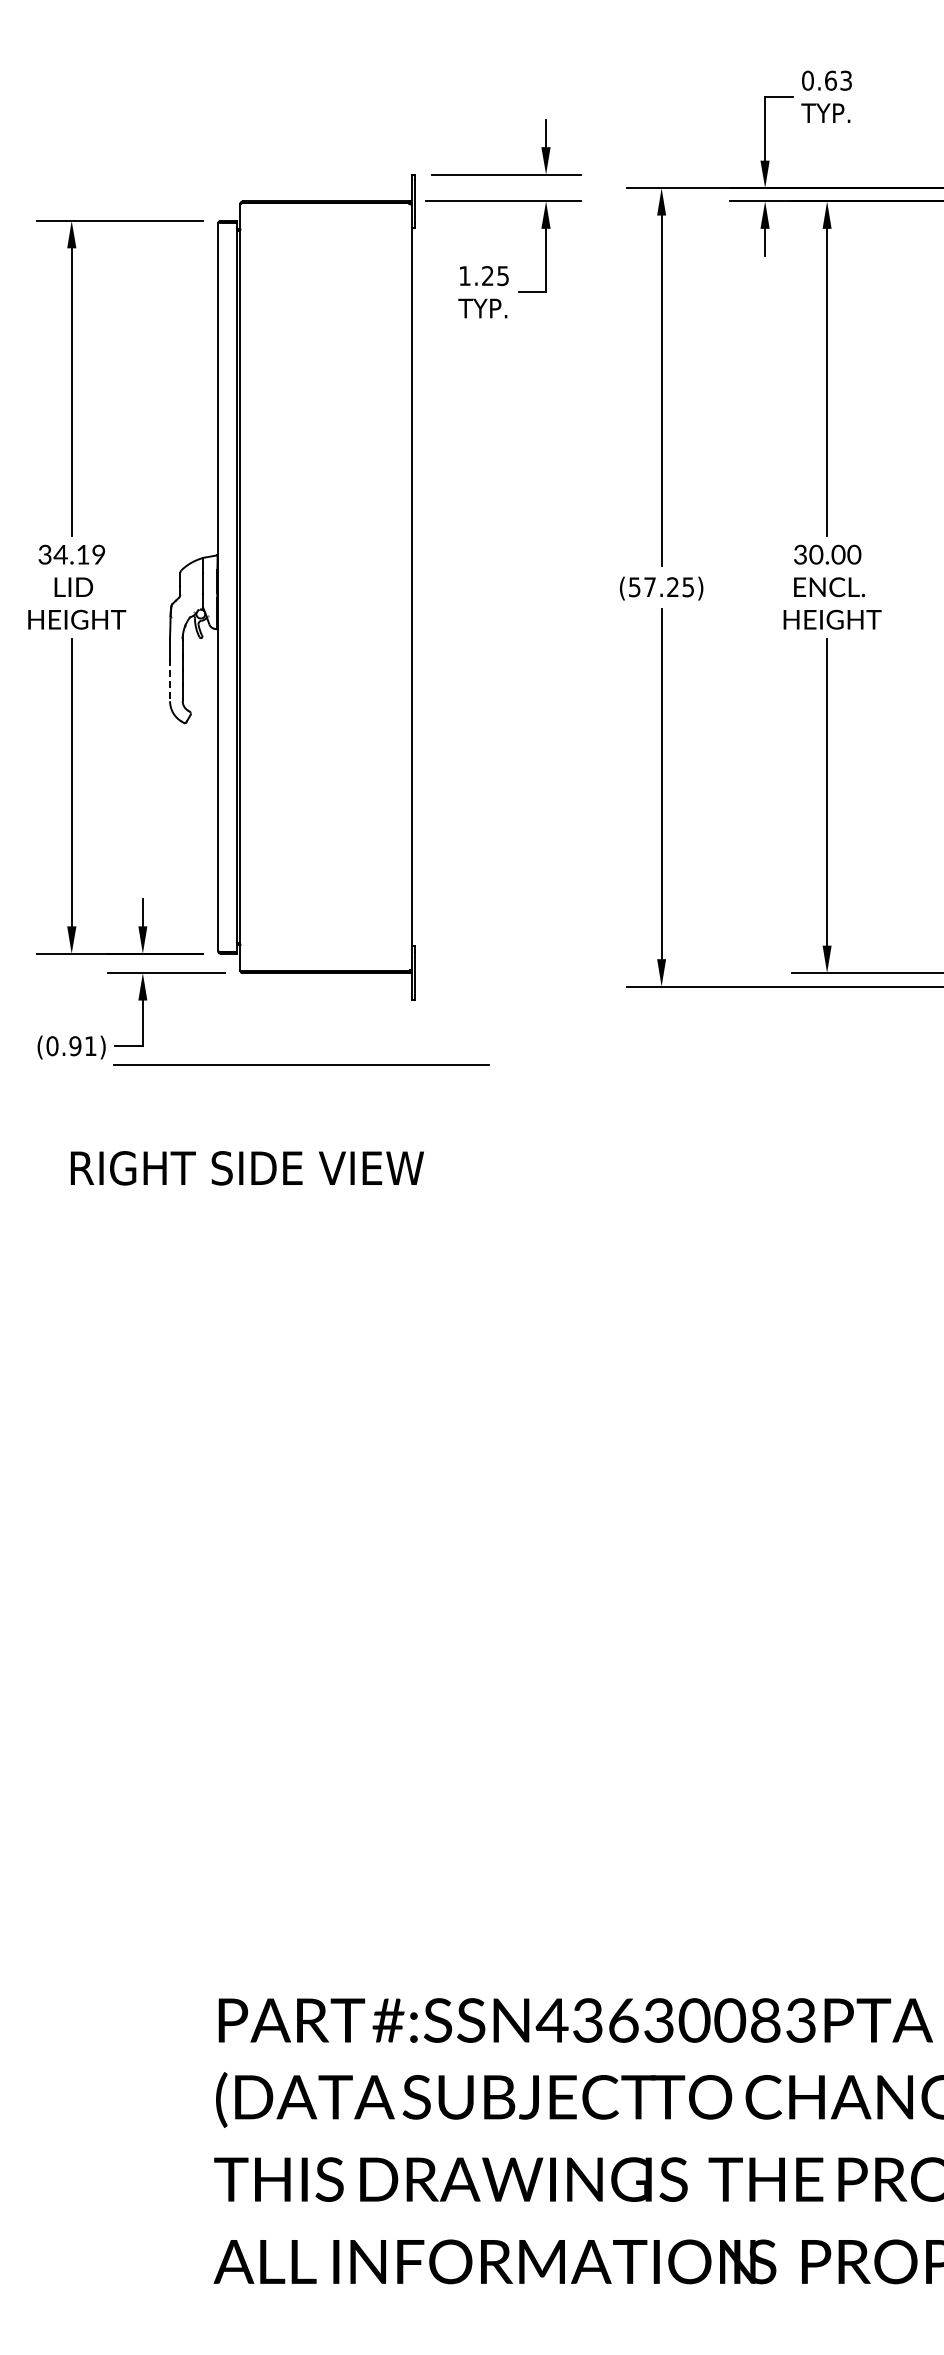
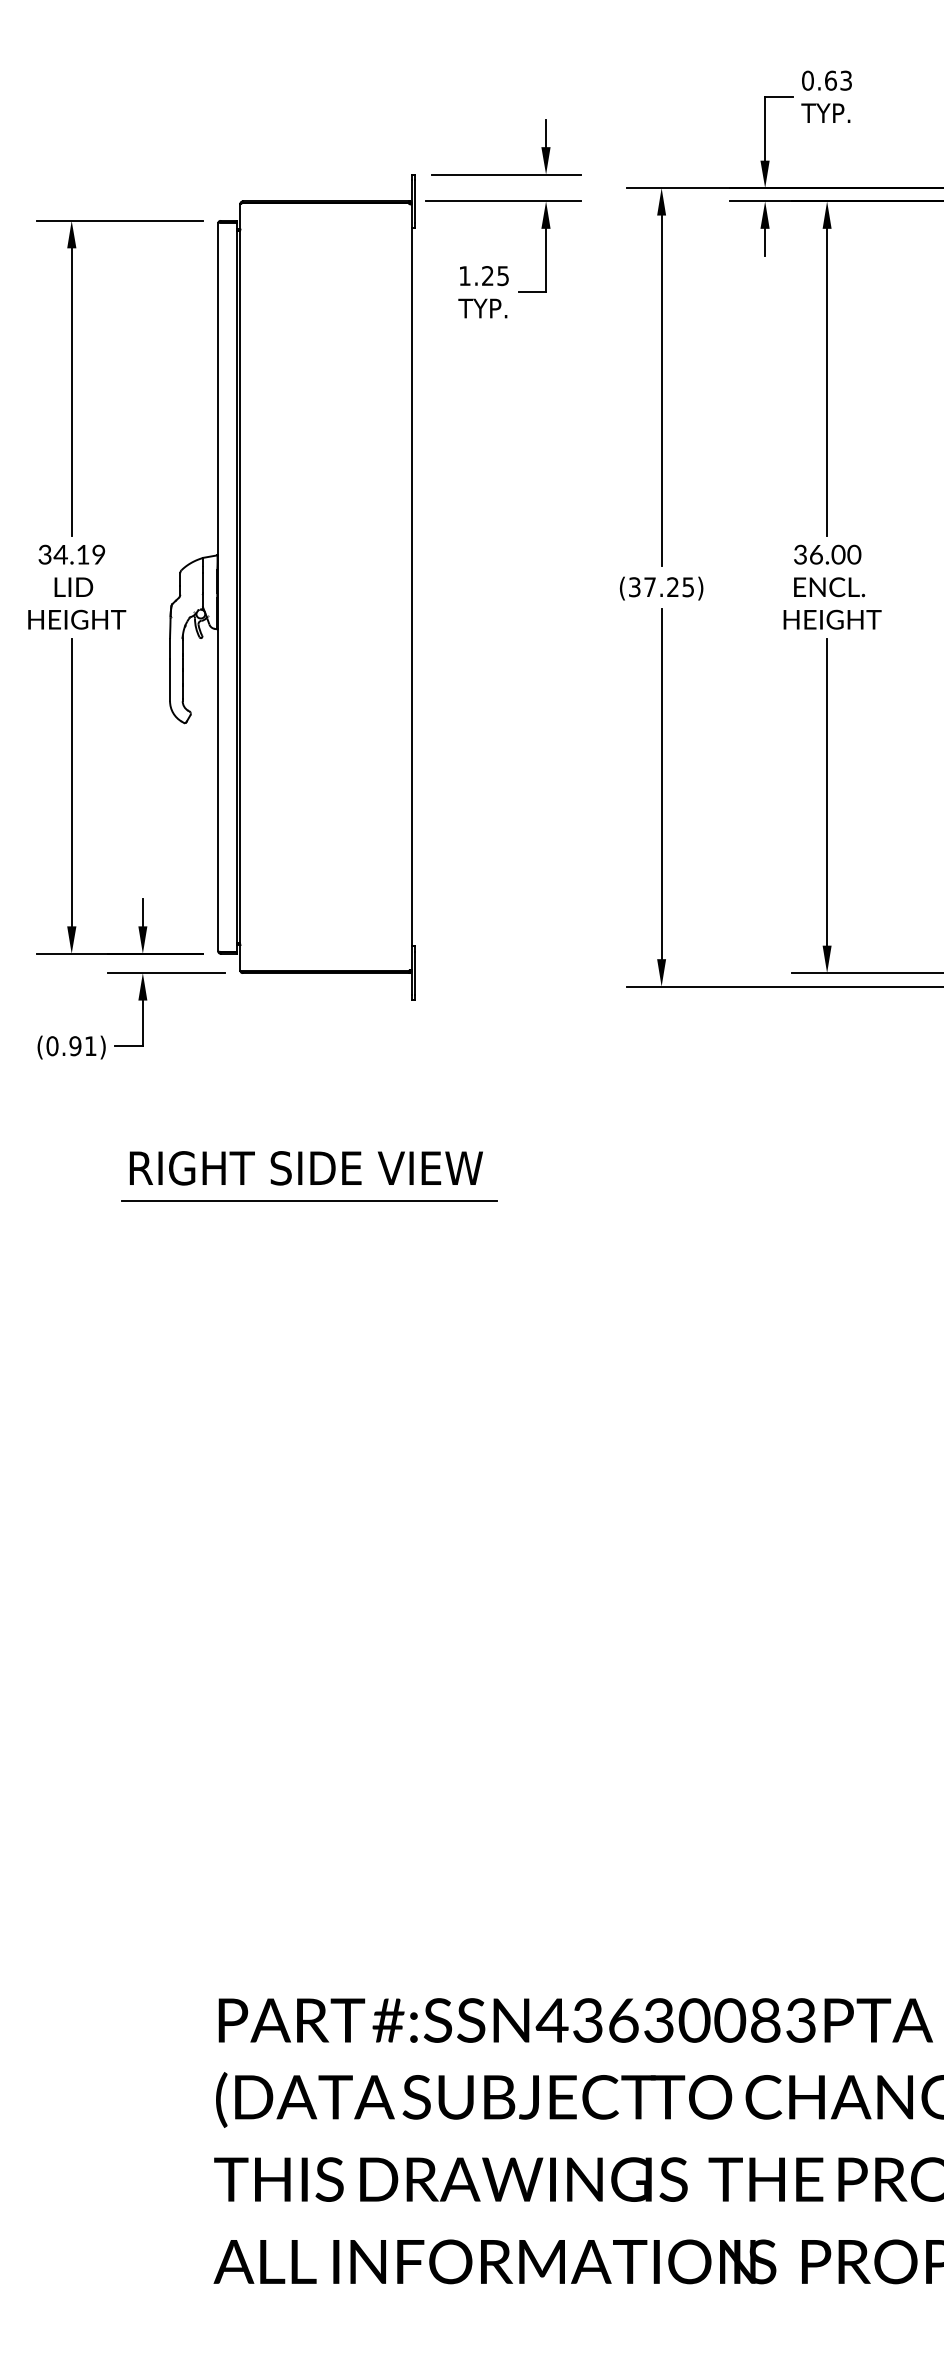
text at (816, 553): 30.00 -> 36.00
text at (634, 586): (57.25) -> (37.25)
line at (170, 680): dashed -> solid
line at (301, 1064) position: (301, 1064) -> (309, 1200)
text at (246, 1168) position: (246, 1168) -> (305, 1168)
